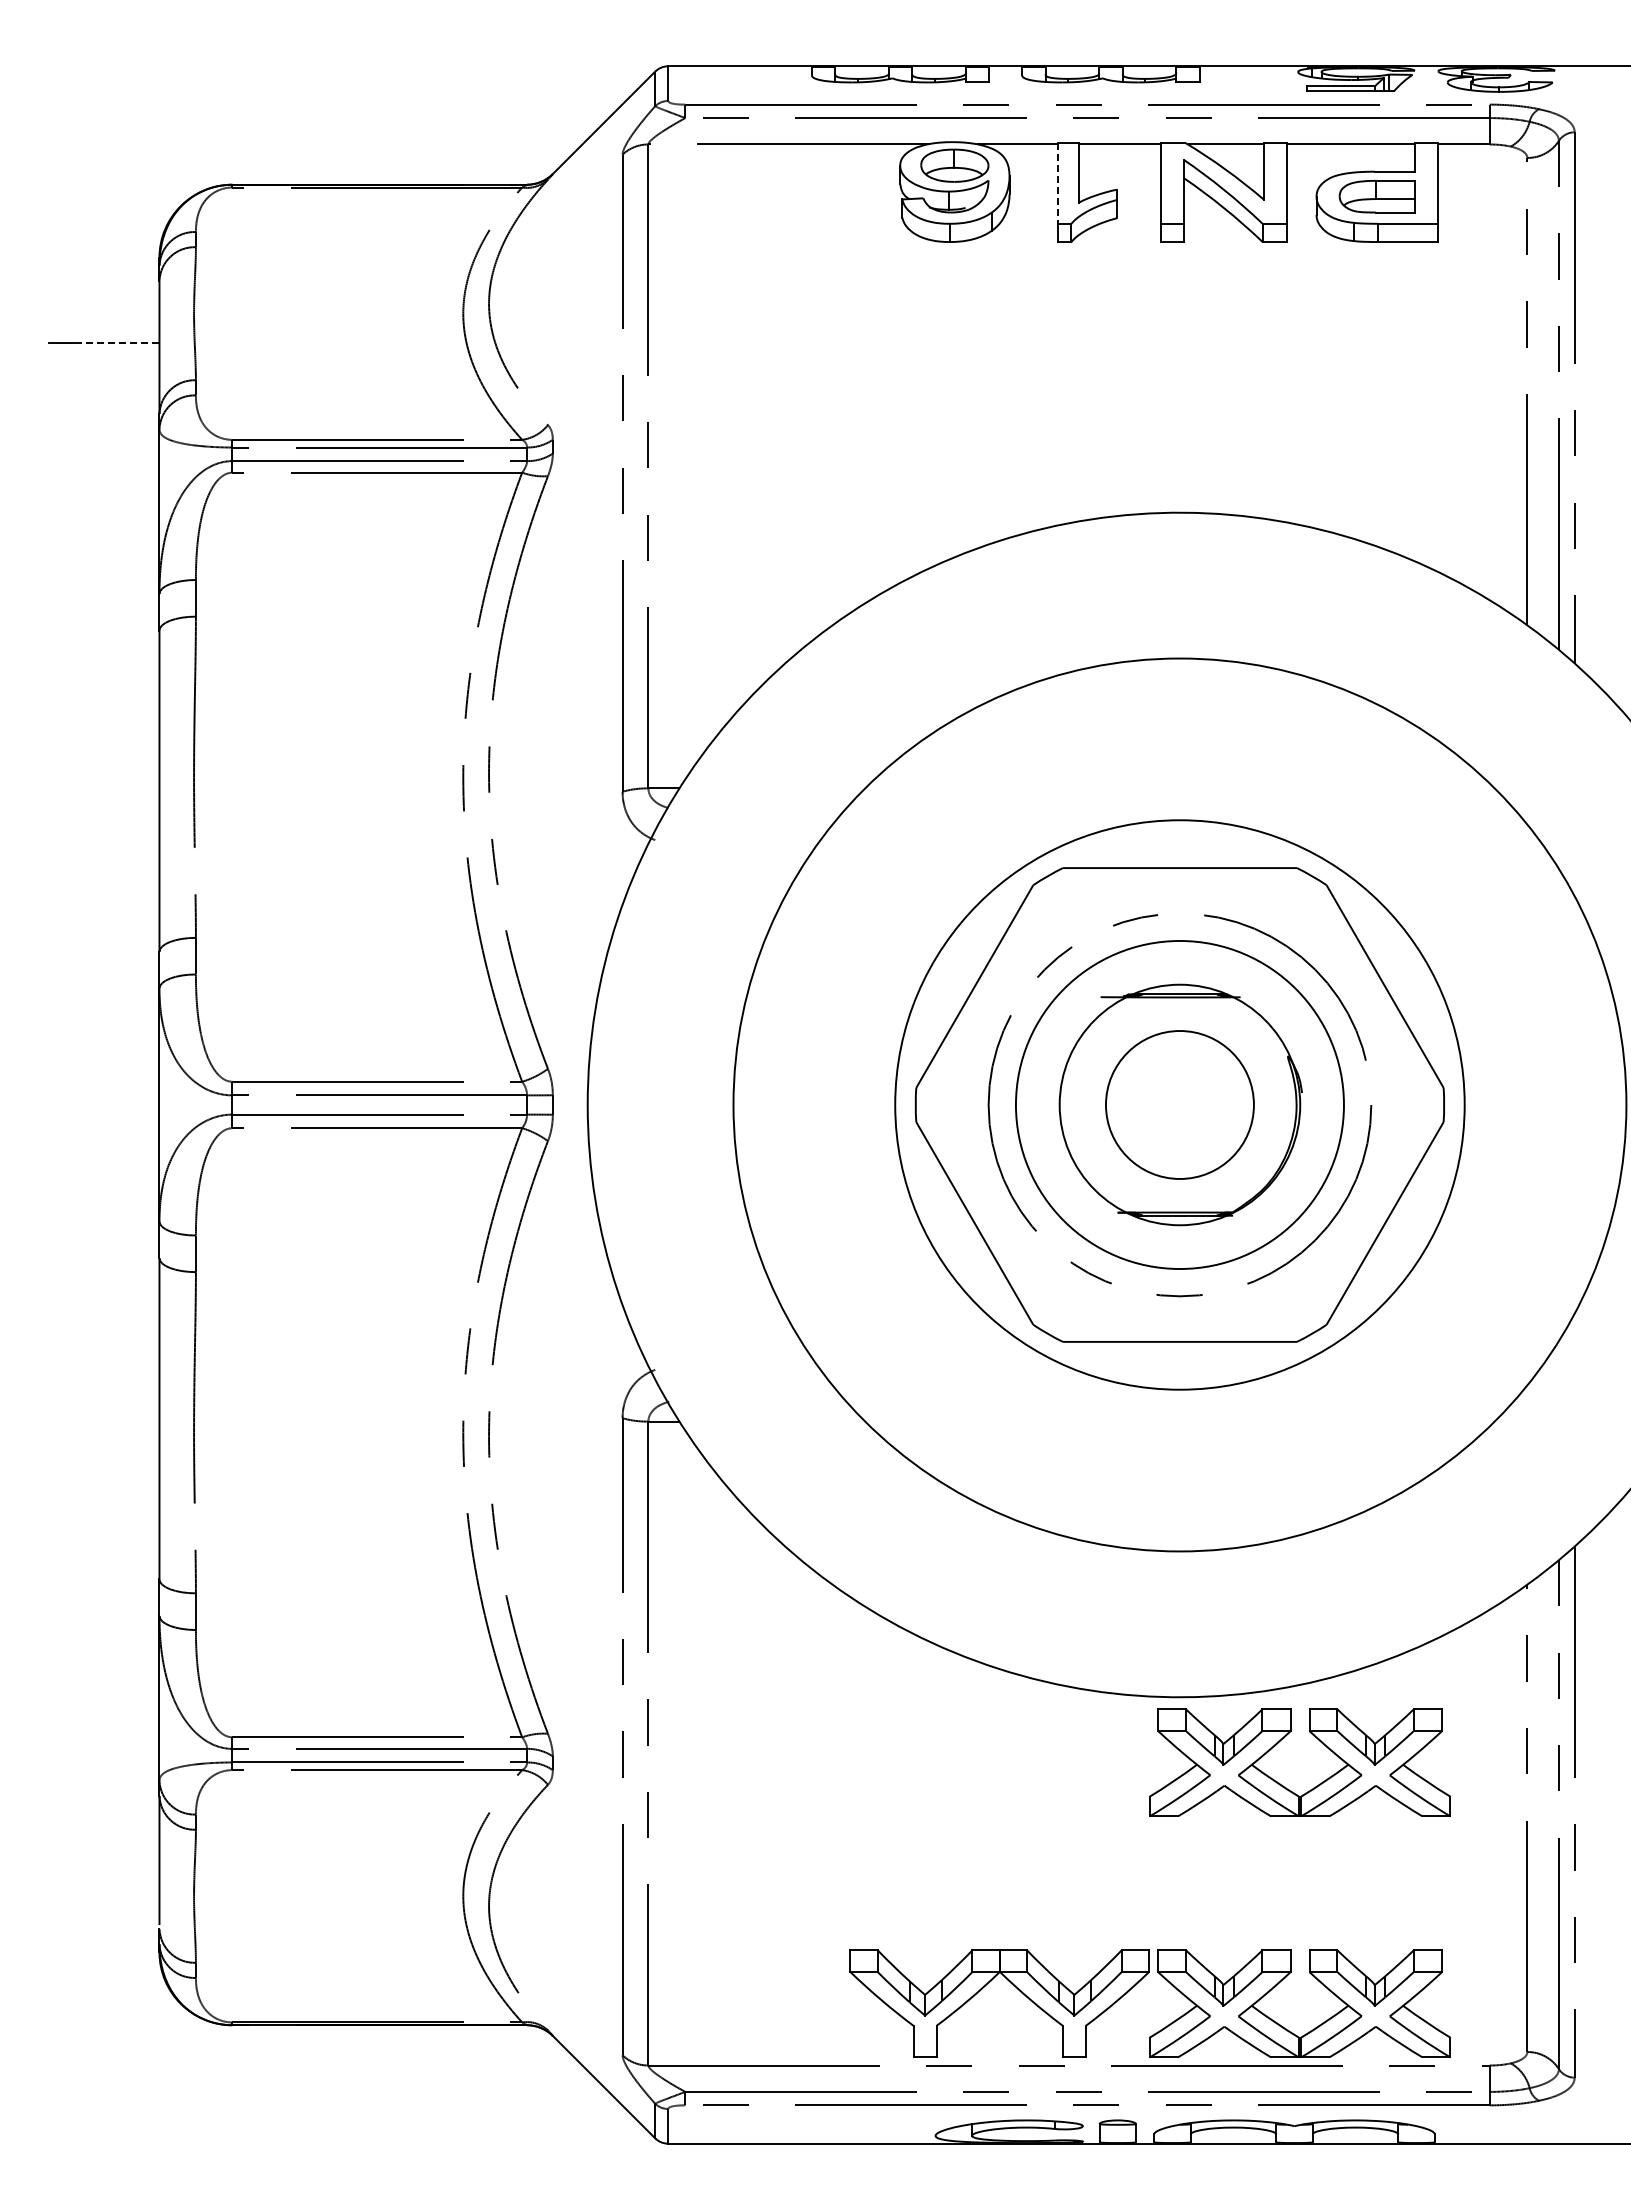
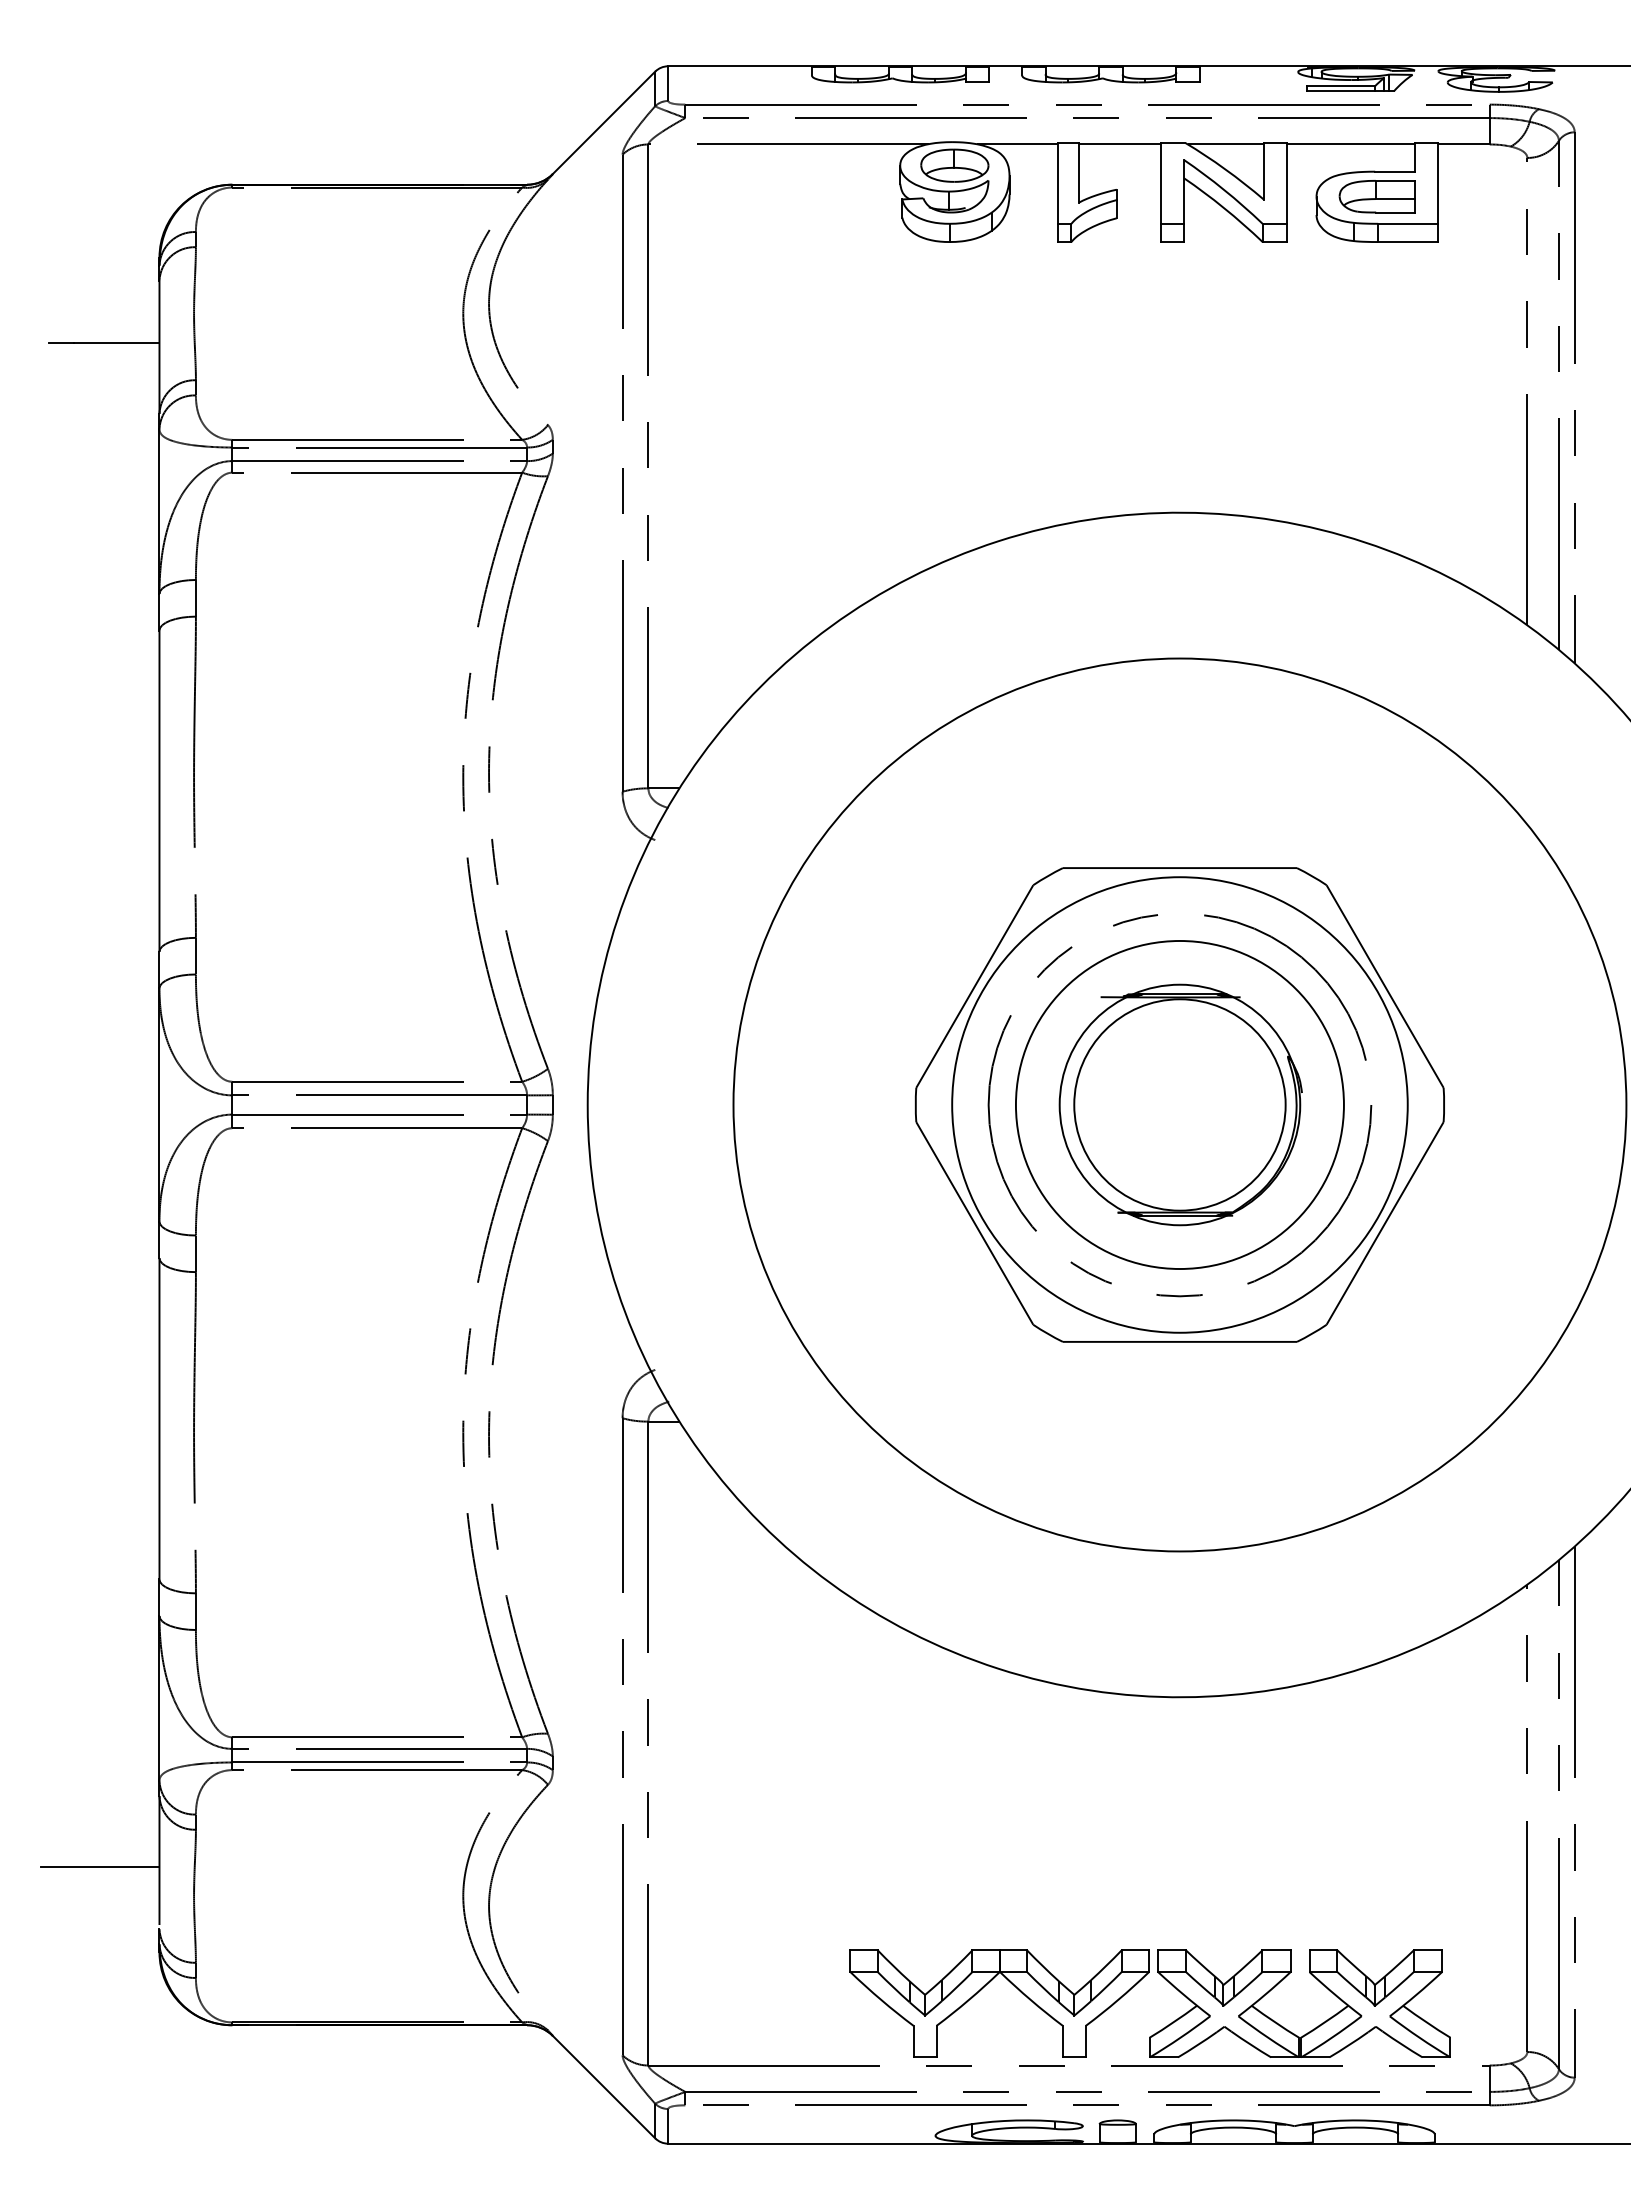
line at (1057, 183): dashed -> solid
line at (116, 343): dashed -> solid
circle at (1179, 1104) diameter: 148 px -> 211 px
circle at (1179, 1104) diameter: 569 px -> 456 px
part at (1283, 1785): present -> none
line at (100, 1866): none -> present
